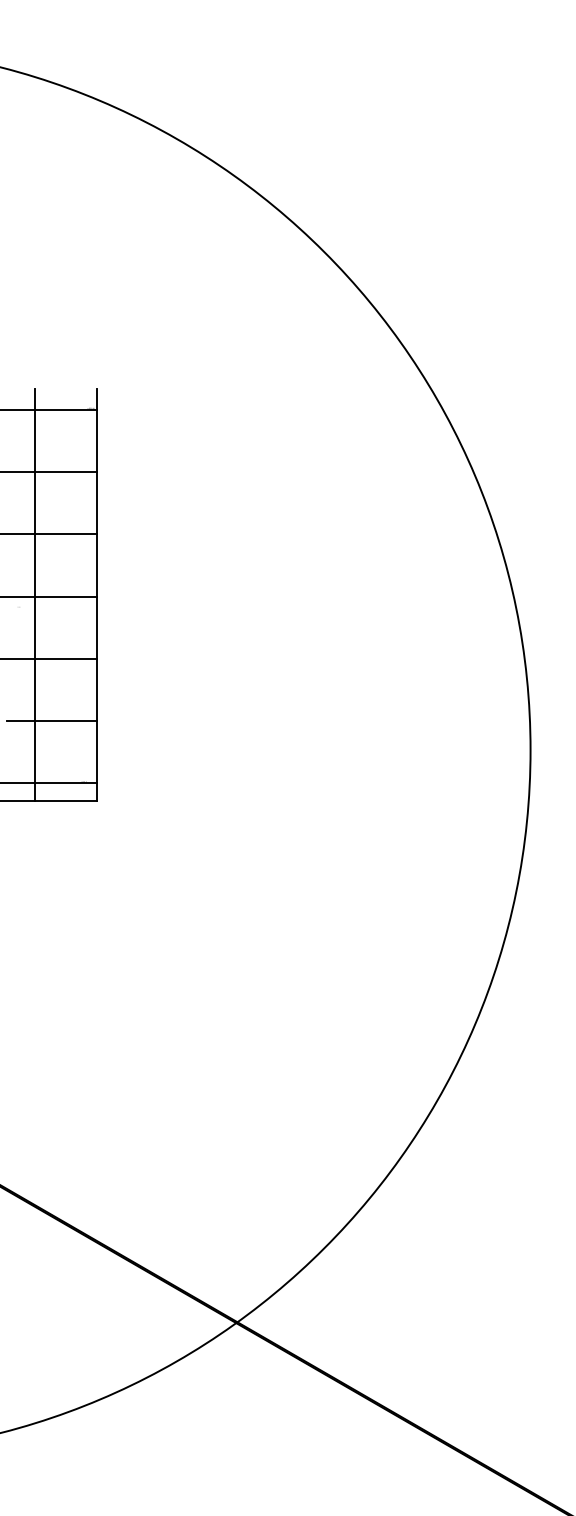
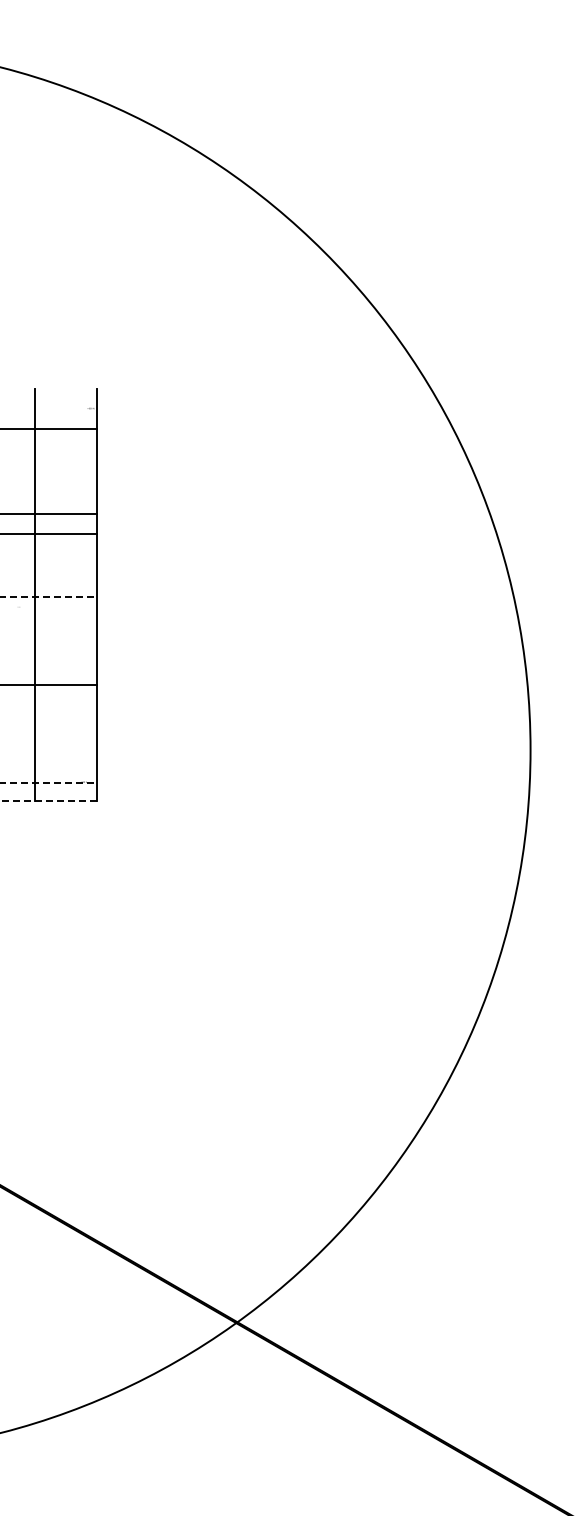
line at (49, 409) position: (49, 409) -> (49, 428)
line at (49, 472) position: (49, 472) -> (49, 514)
line at (48, 596): solid -> dashed
line at (49, 658) position: (49, 658) -> (49, 684)
line at (51, 721): present -> none
line at (48, 783): solid -> dashed
line at (48, 800): solid -> dashed
